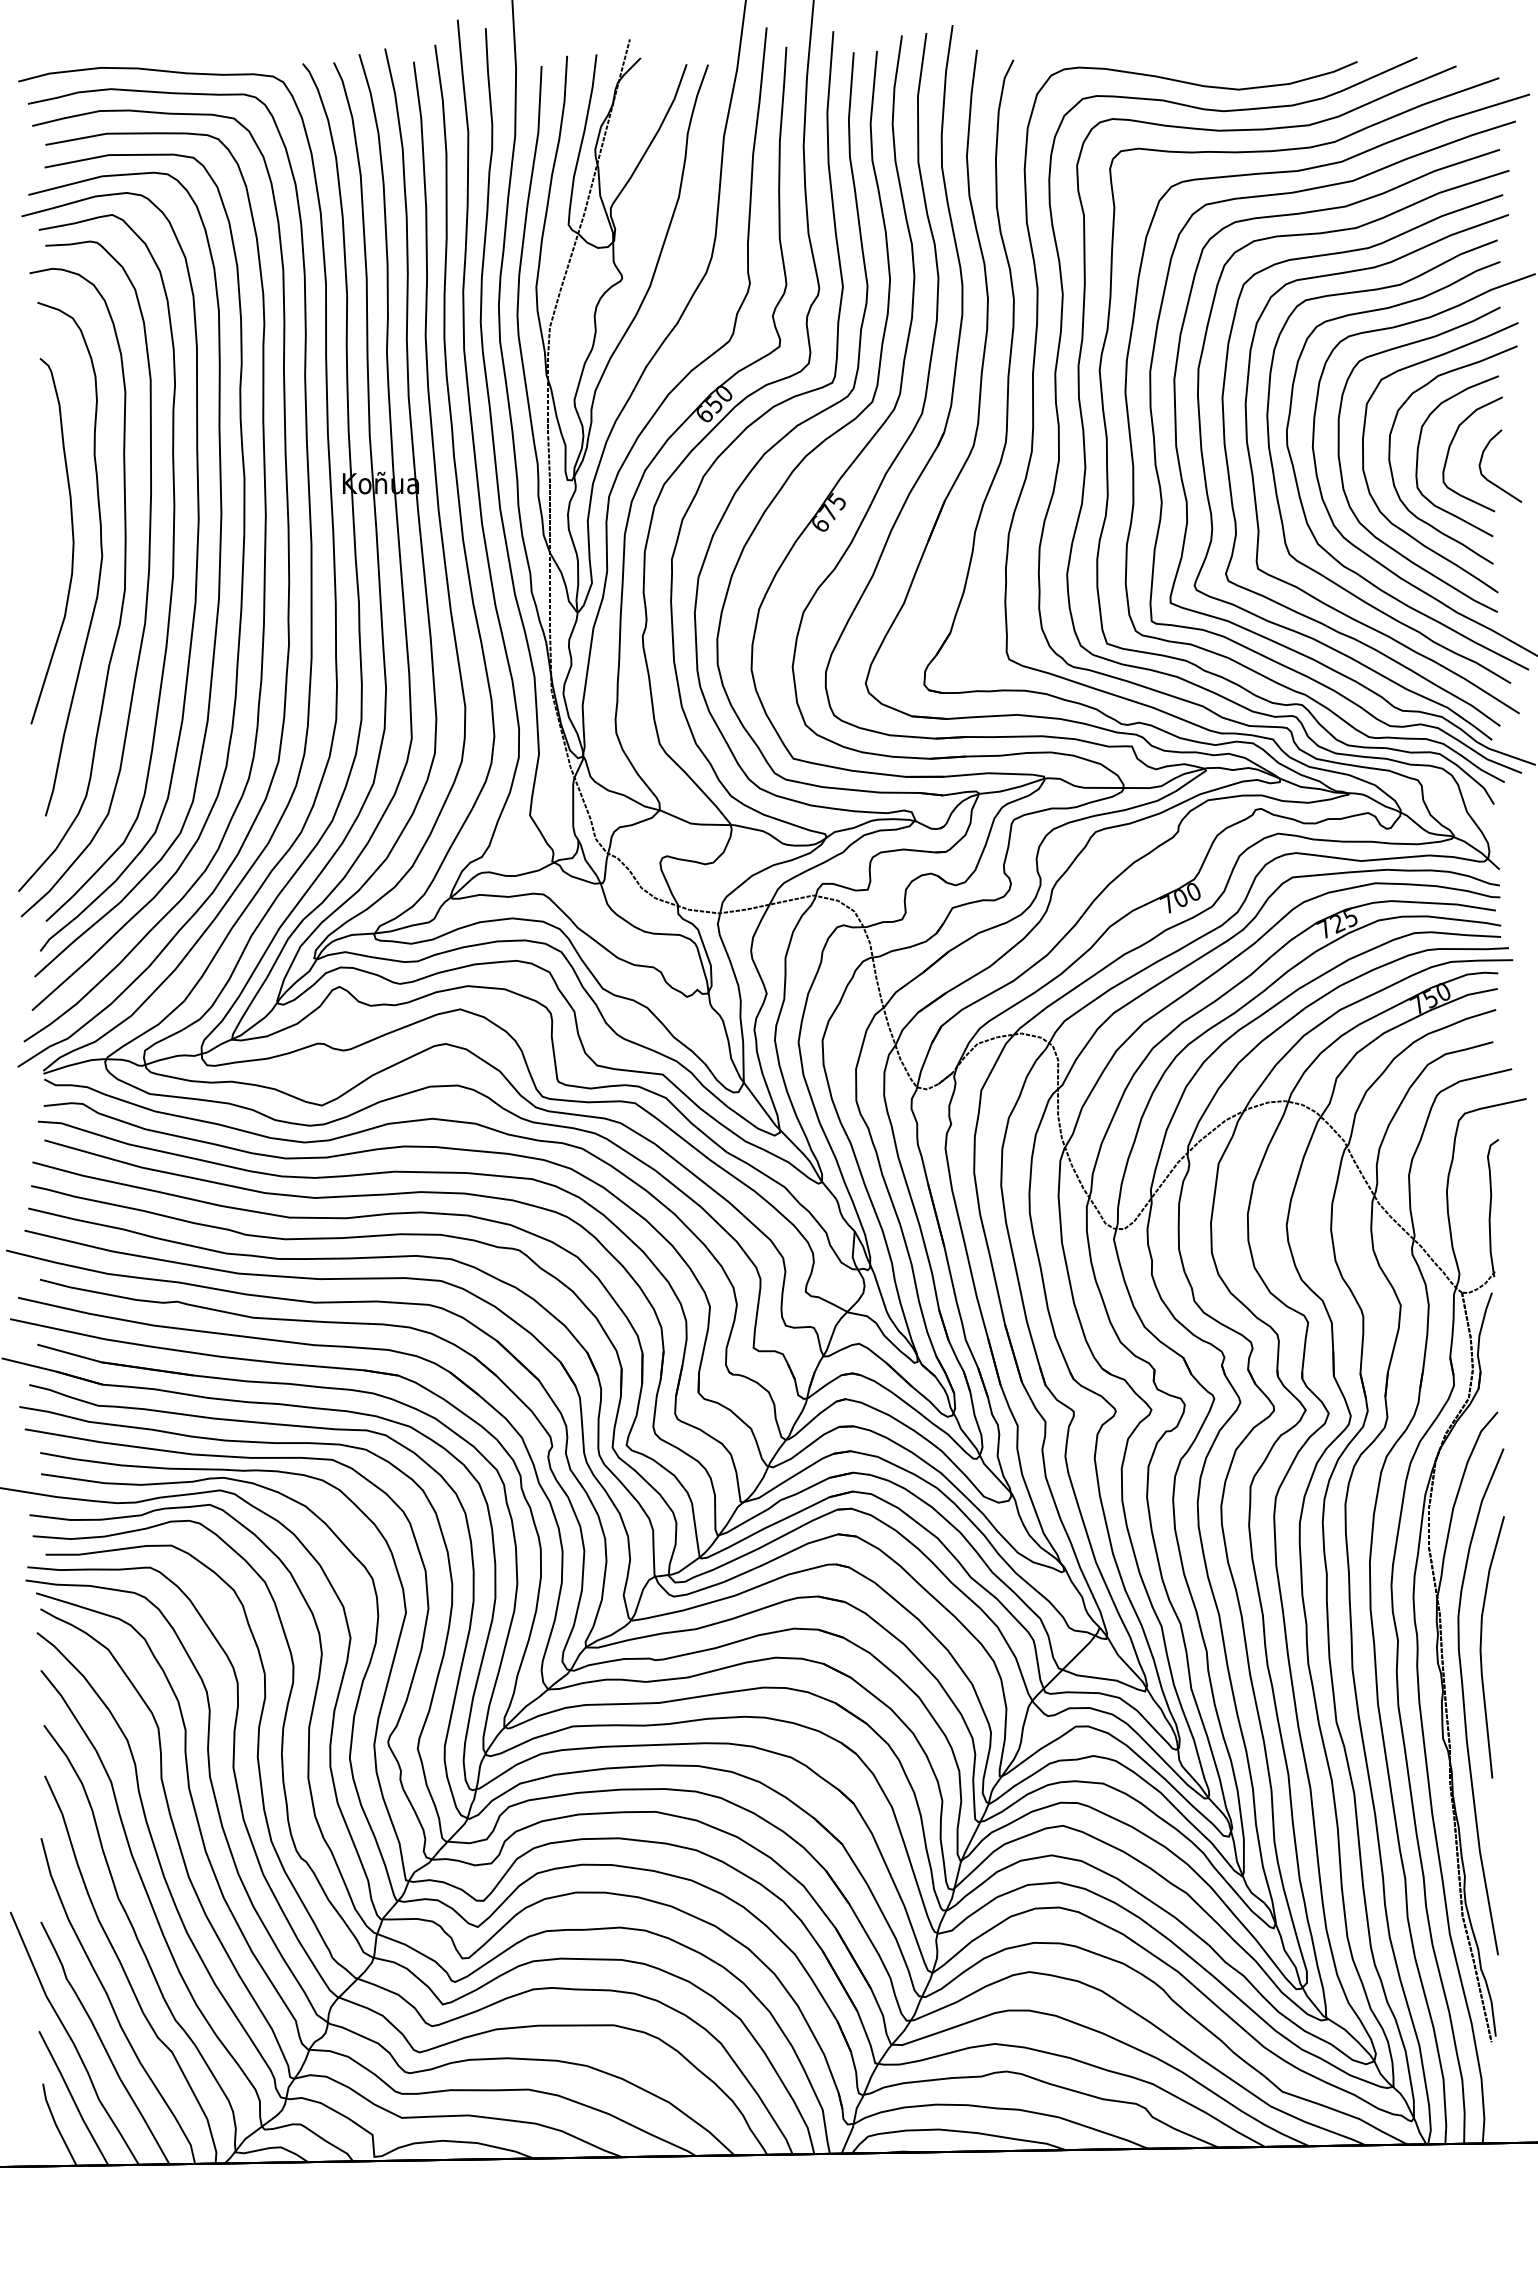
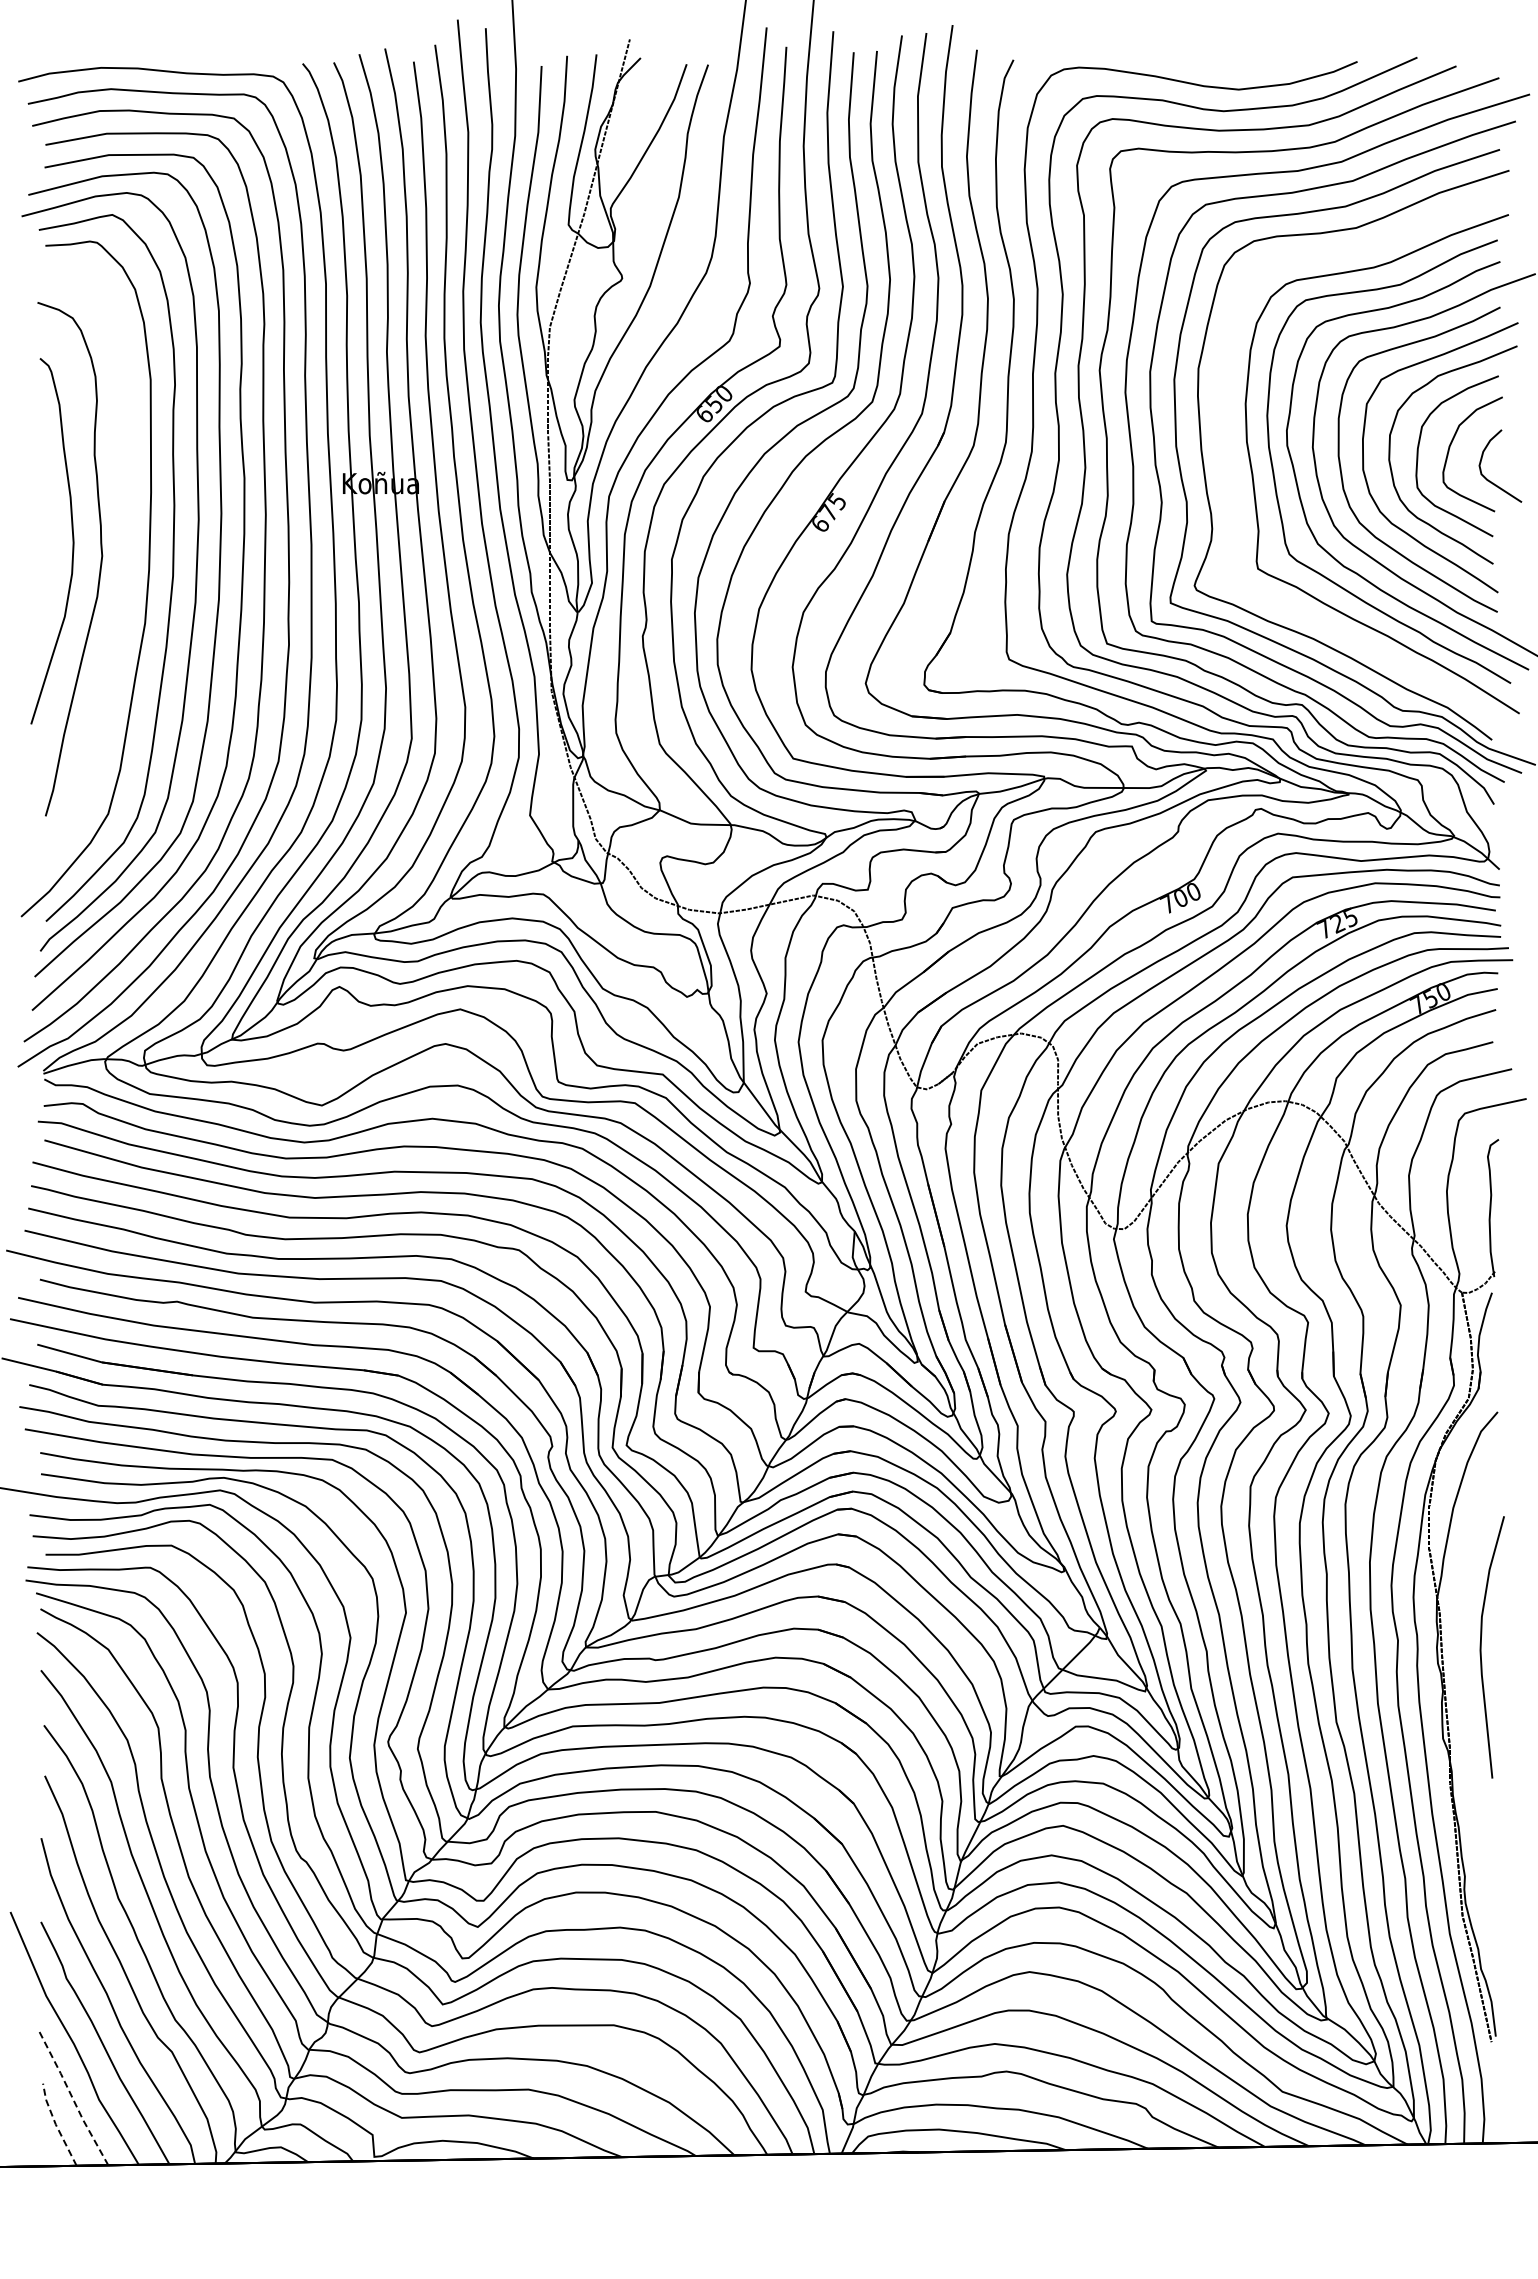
curve at (1230, 479): present -> none
curve at (124, 579): present -> none
curve at (1464, 1701): present -> none
line at (72, 2098): solid -> dashed
line at (55, 2124): solid -> dashed
